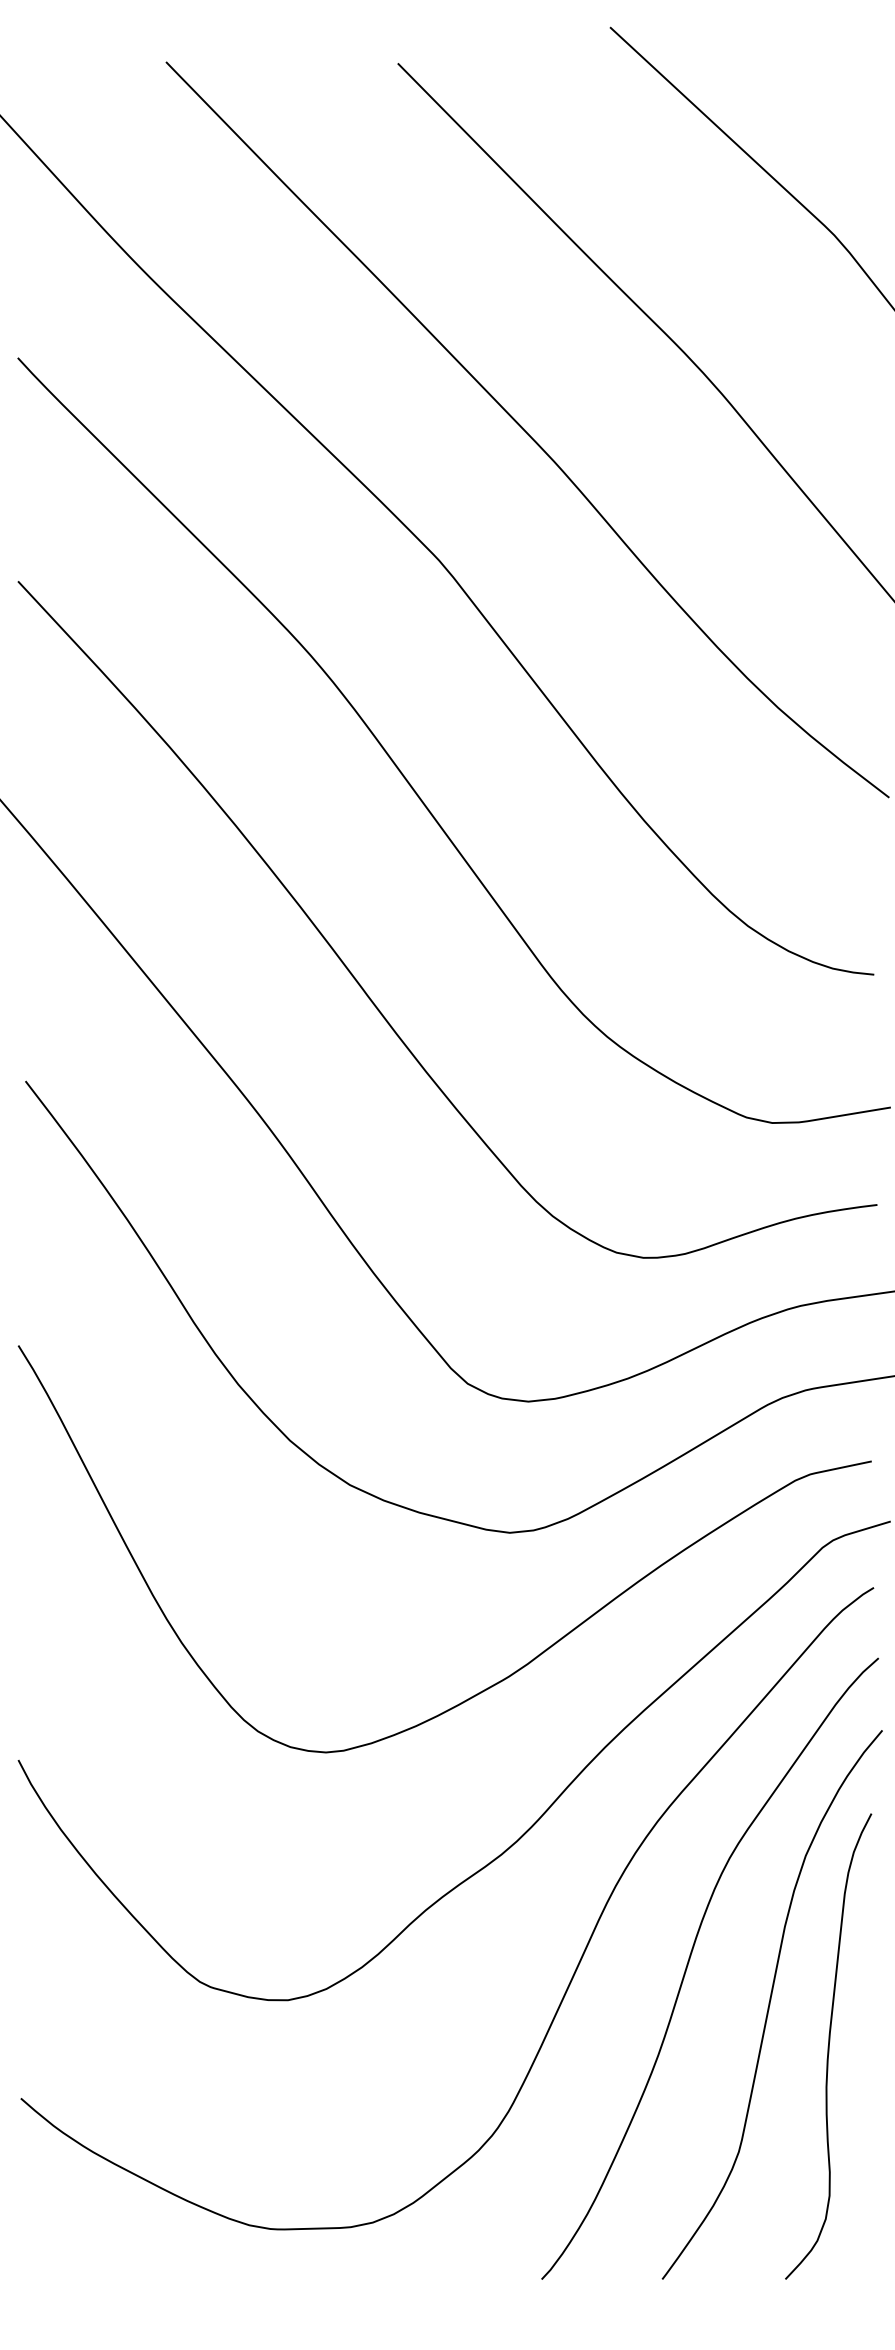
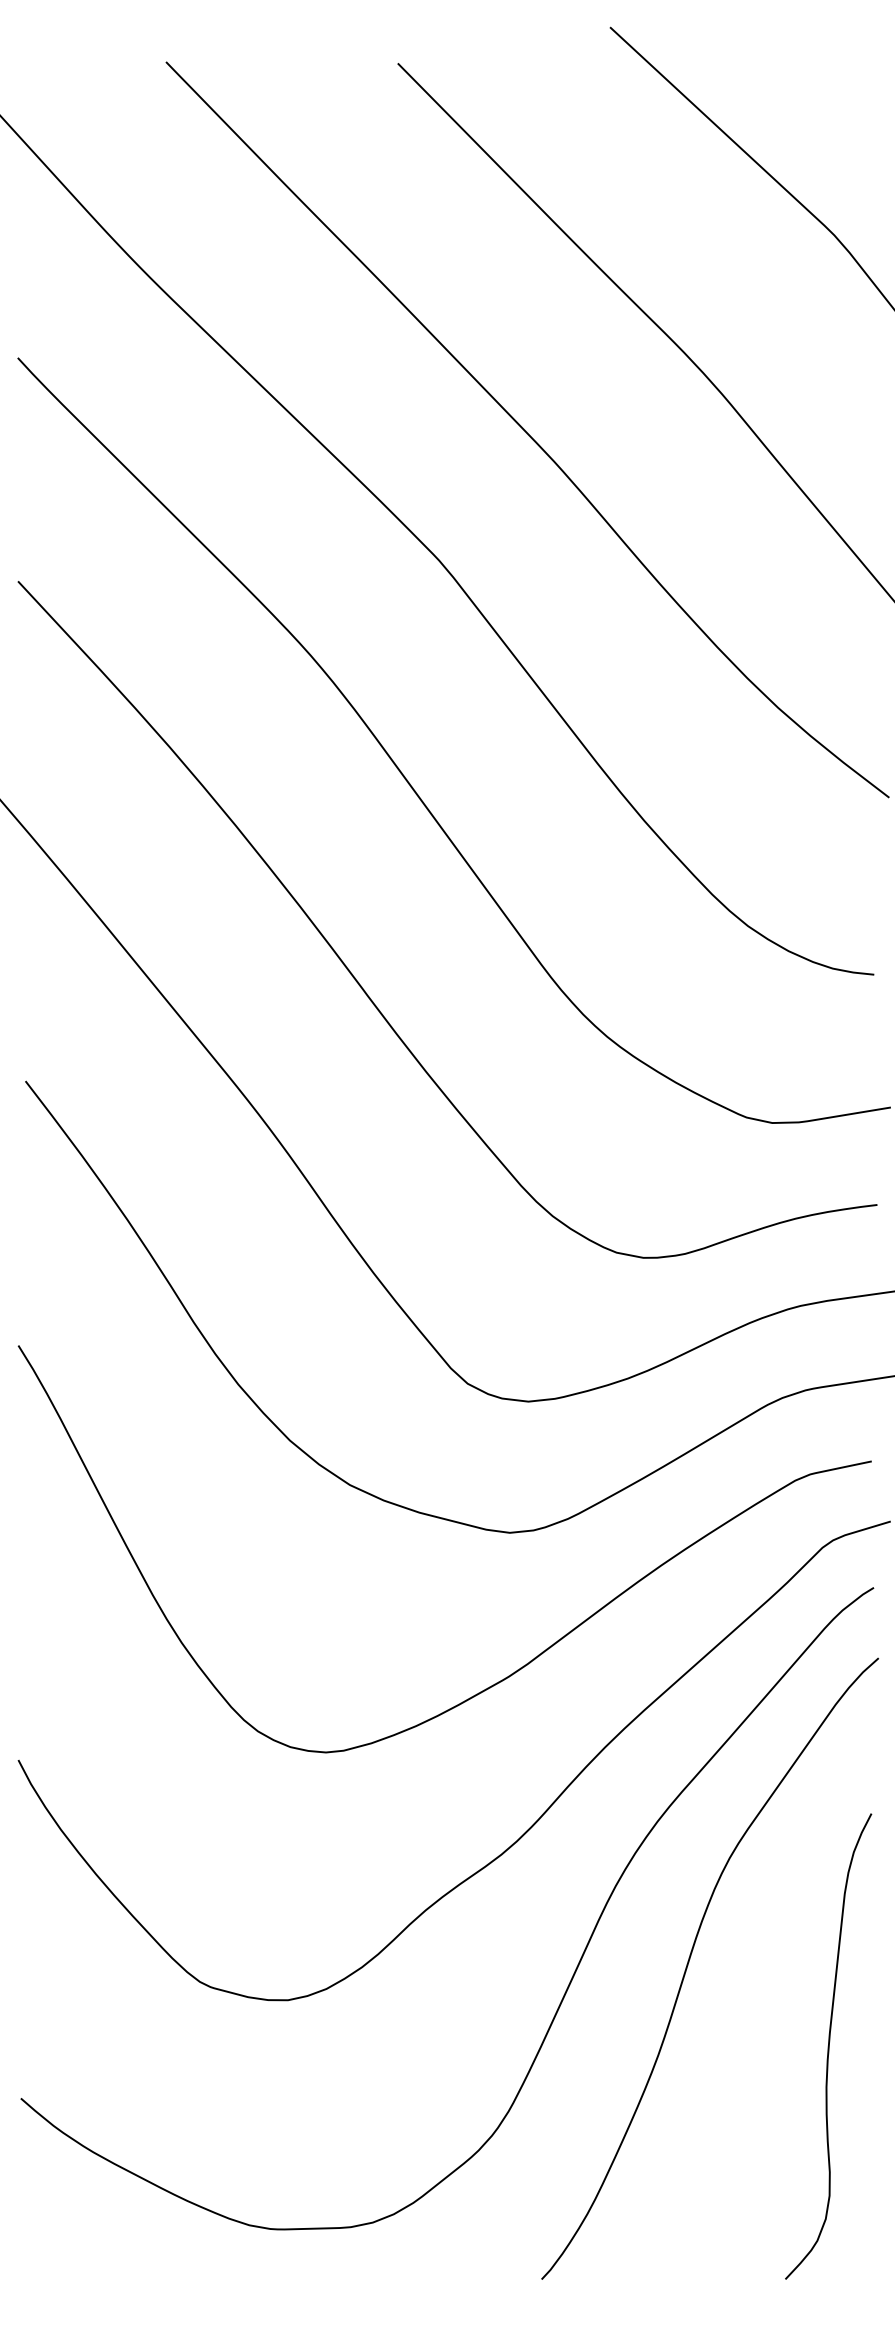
curve at (770, 2004): present -> none
